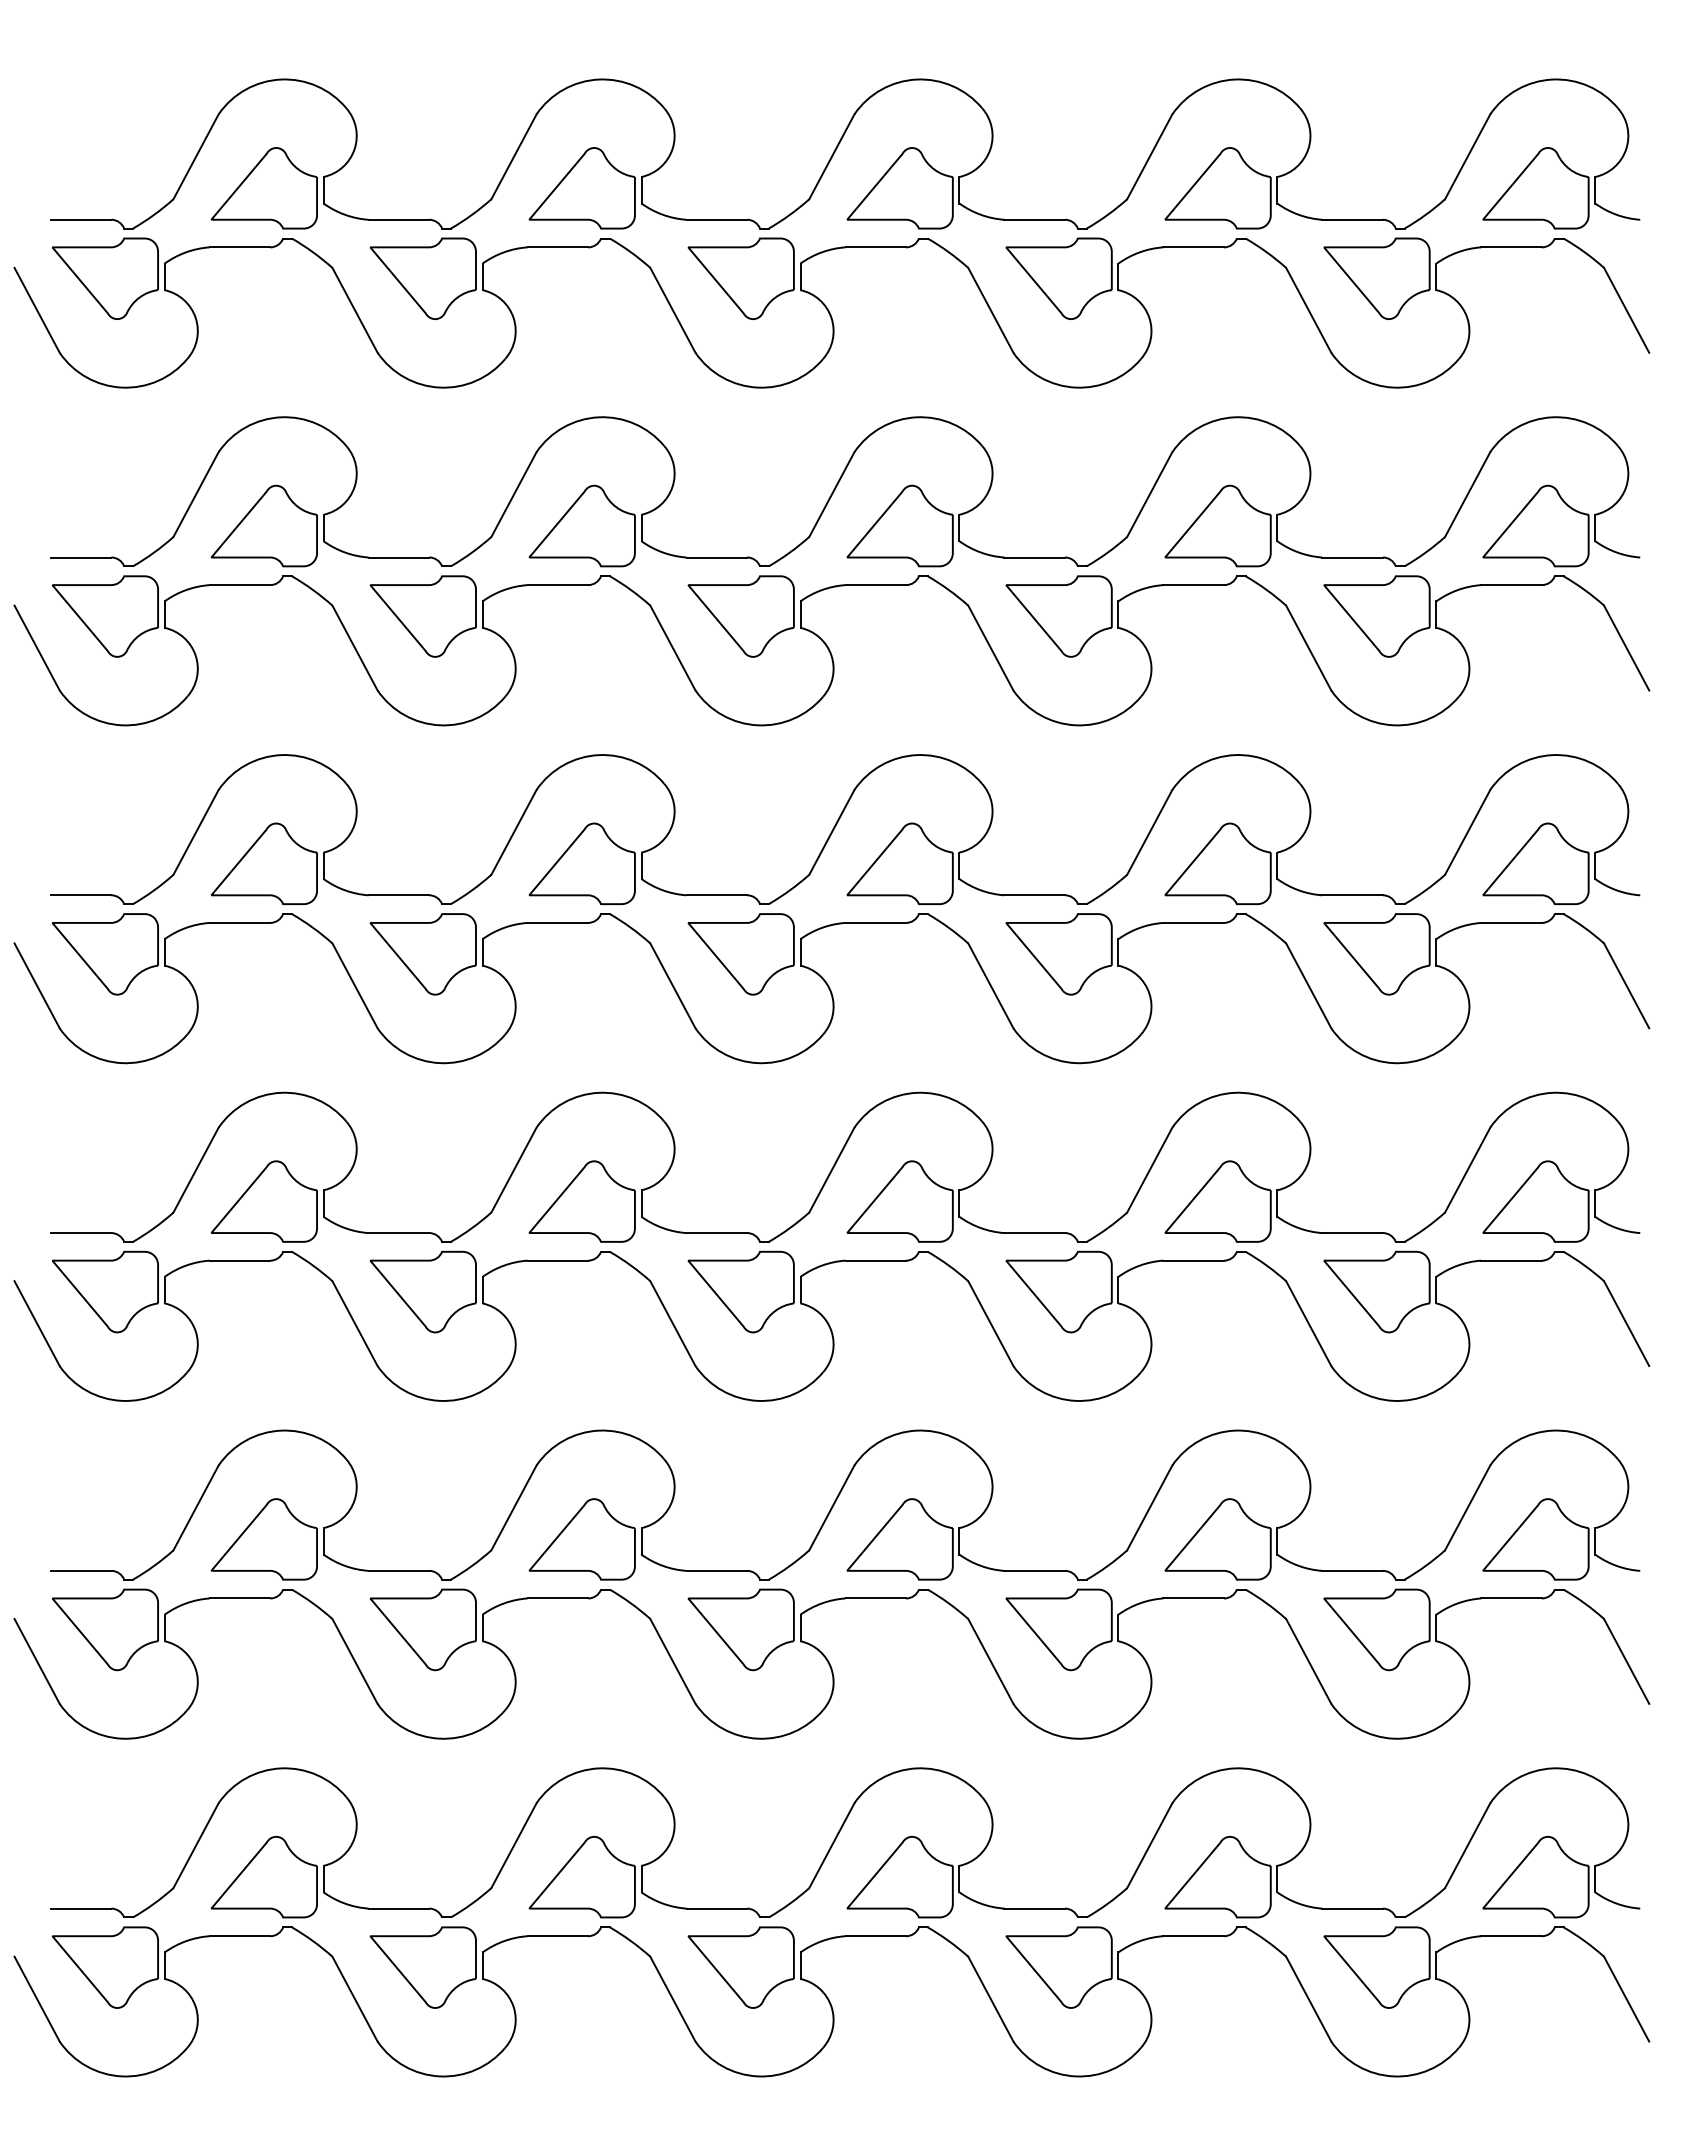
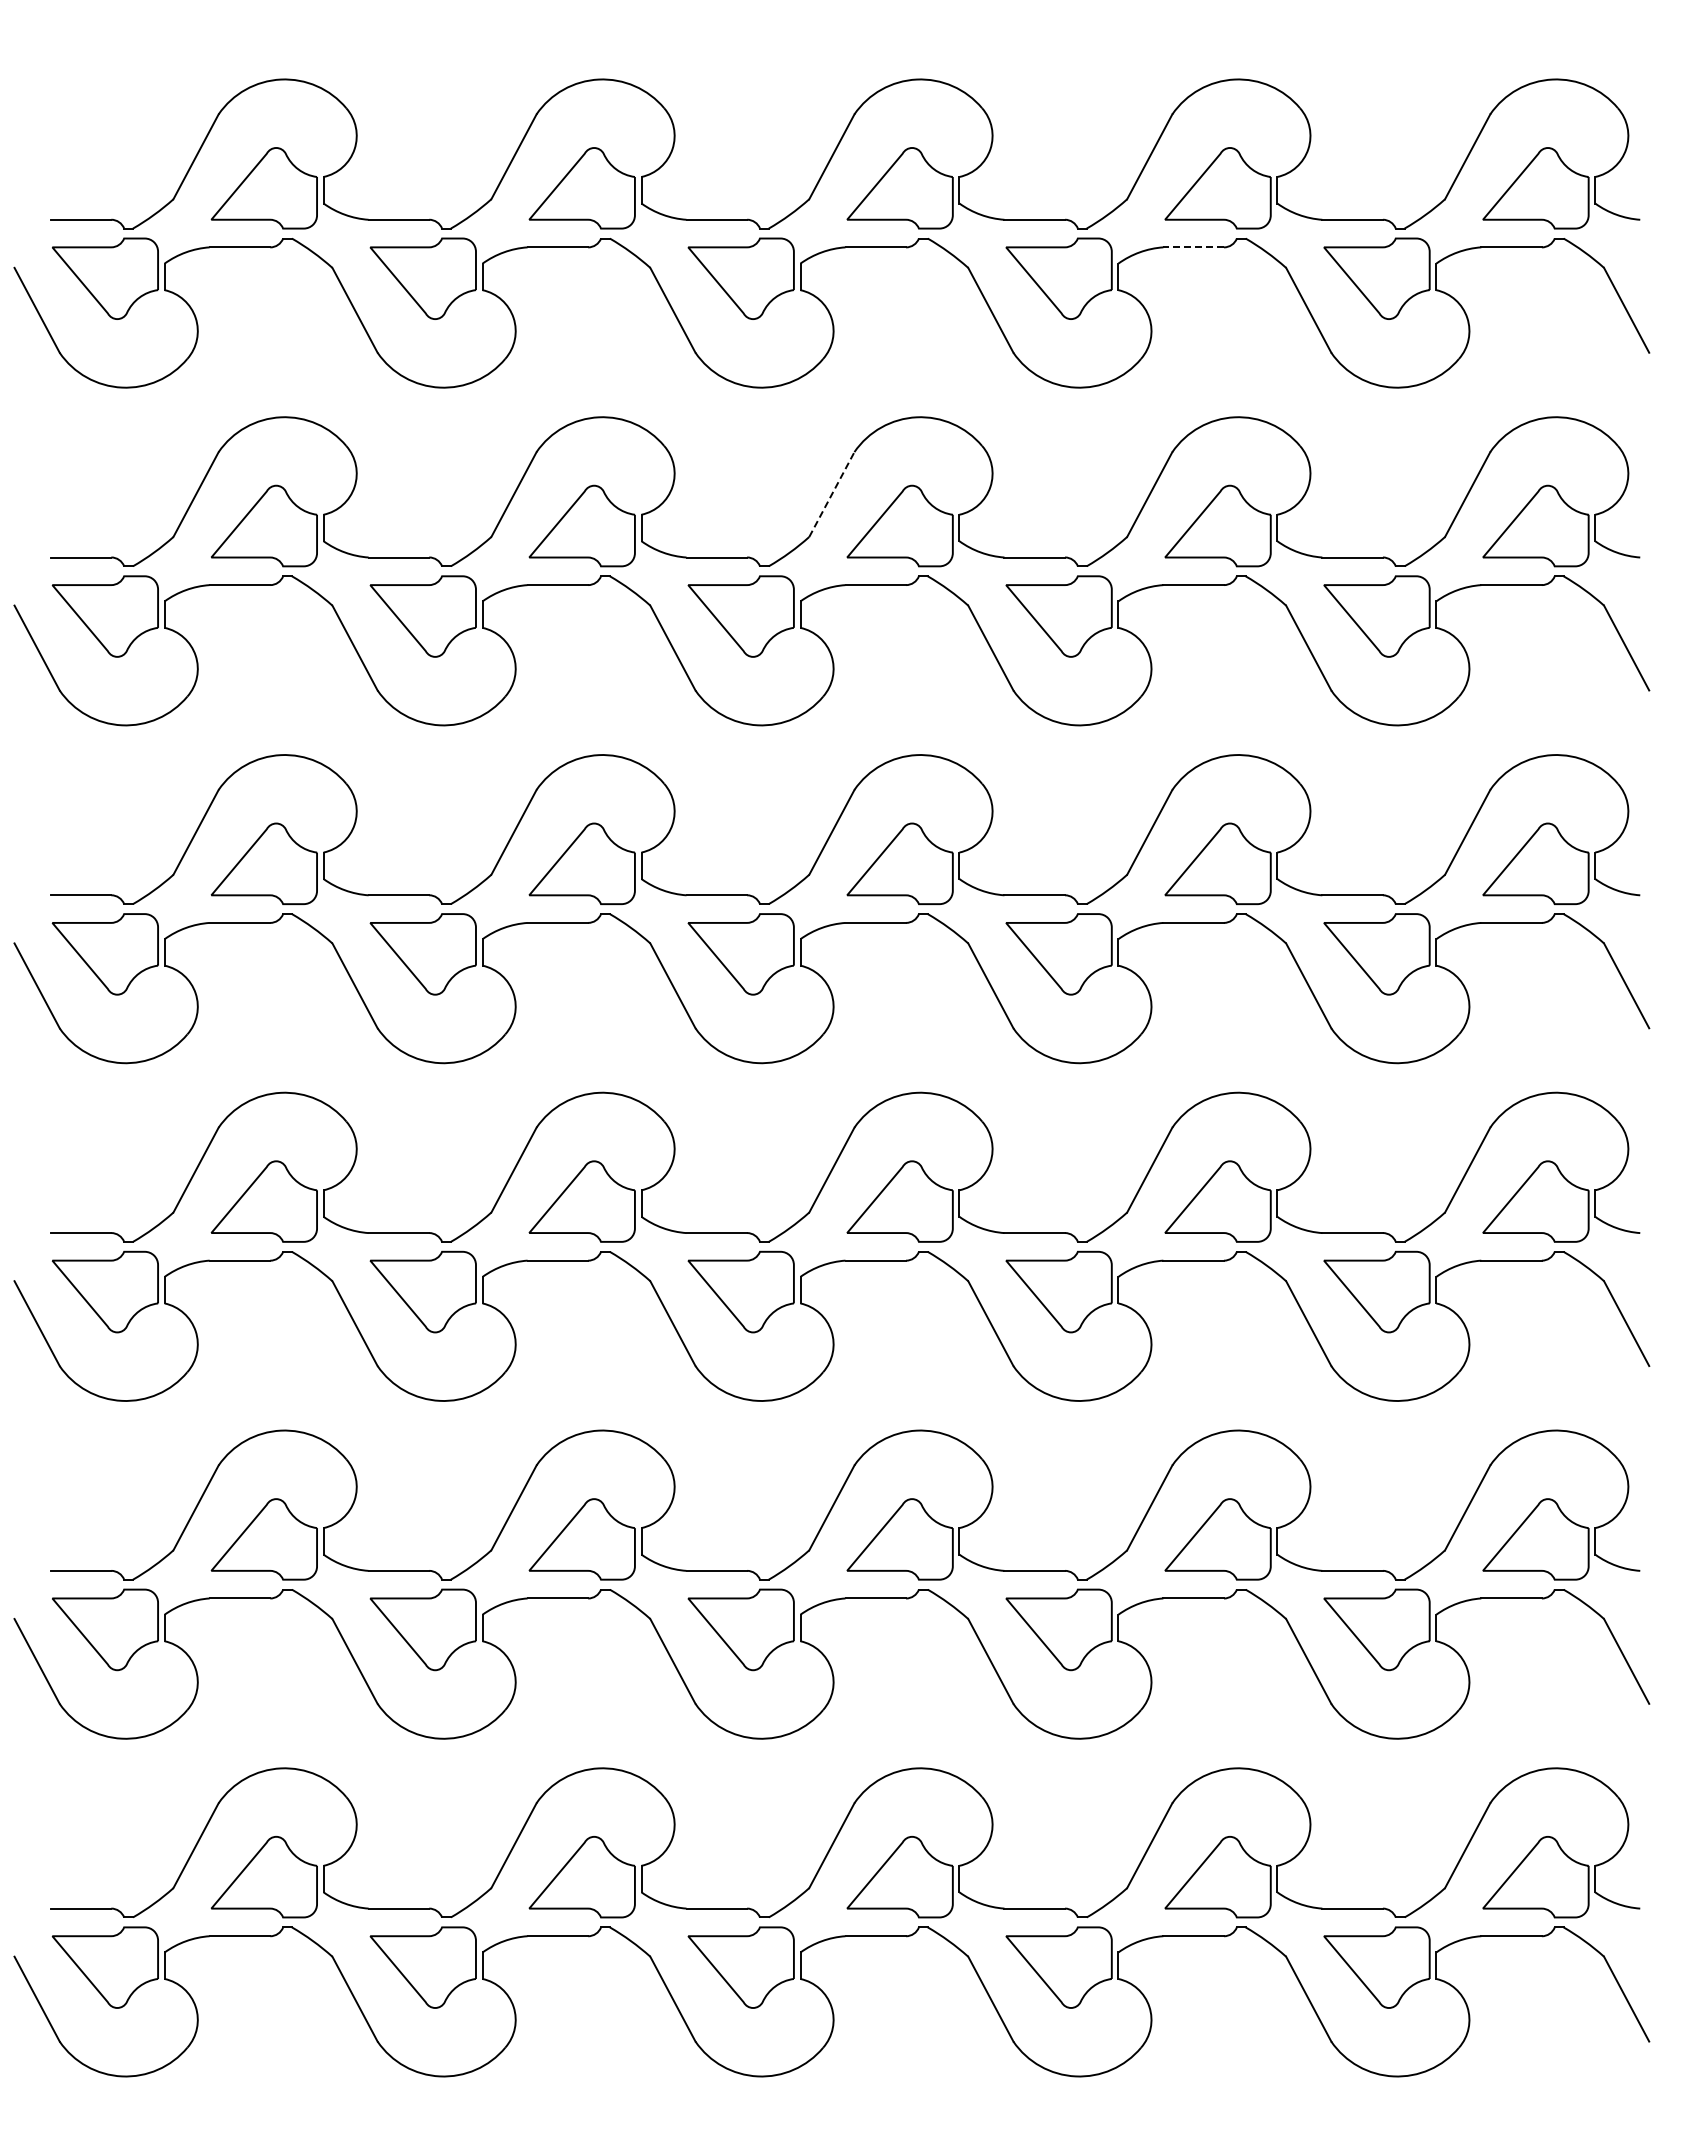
line at (1193, 247): solid -> dashed
line at (832, 494): solid -> dashed
